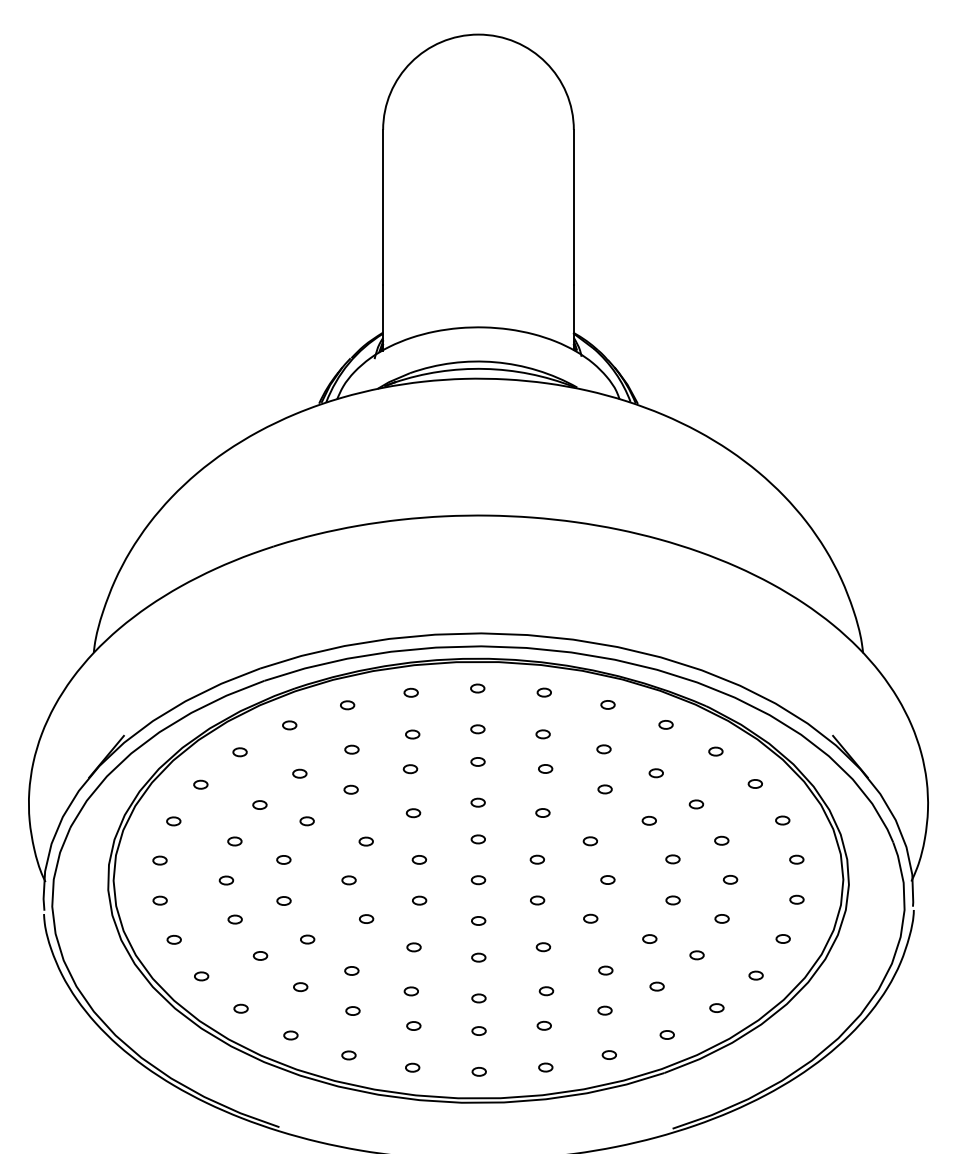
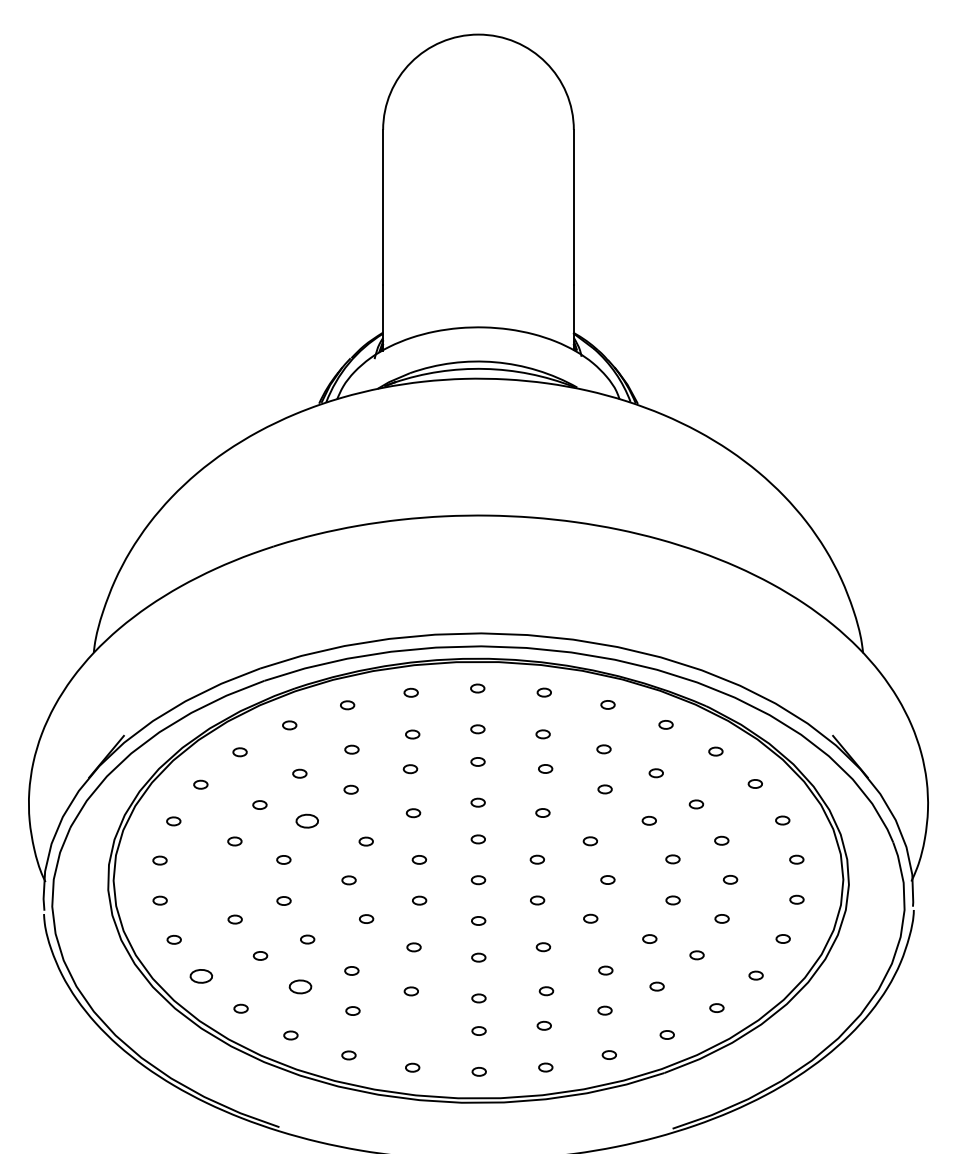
part at (306, 821) size: 16x11 px -> 24x16 px
part at (226, 880): present -> none
part at (201, 976) size: 16x11 px -> 25x15 px
part at (300, 987) size: 16x11 px -> 25x16 px
part at (413, 1025): present -> none
